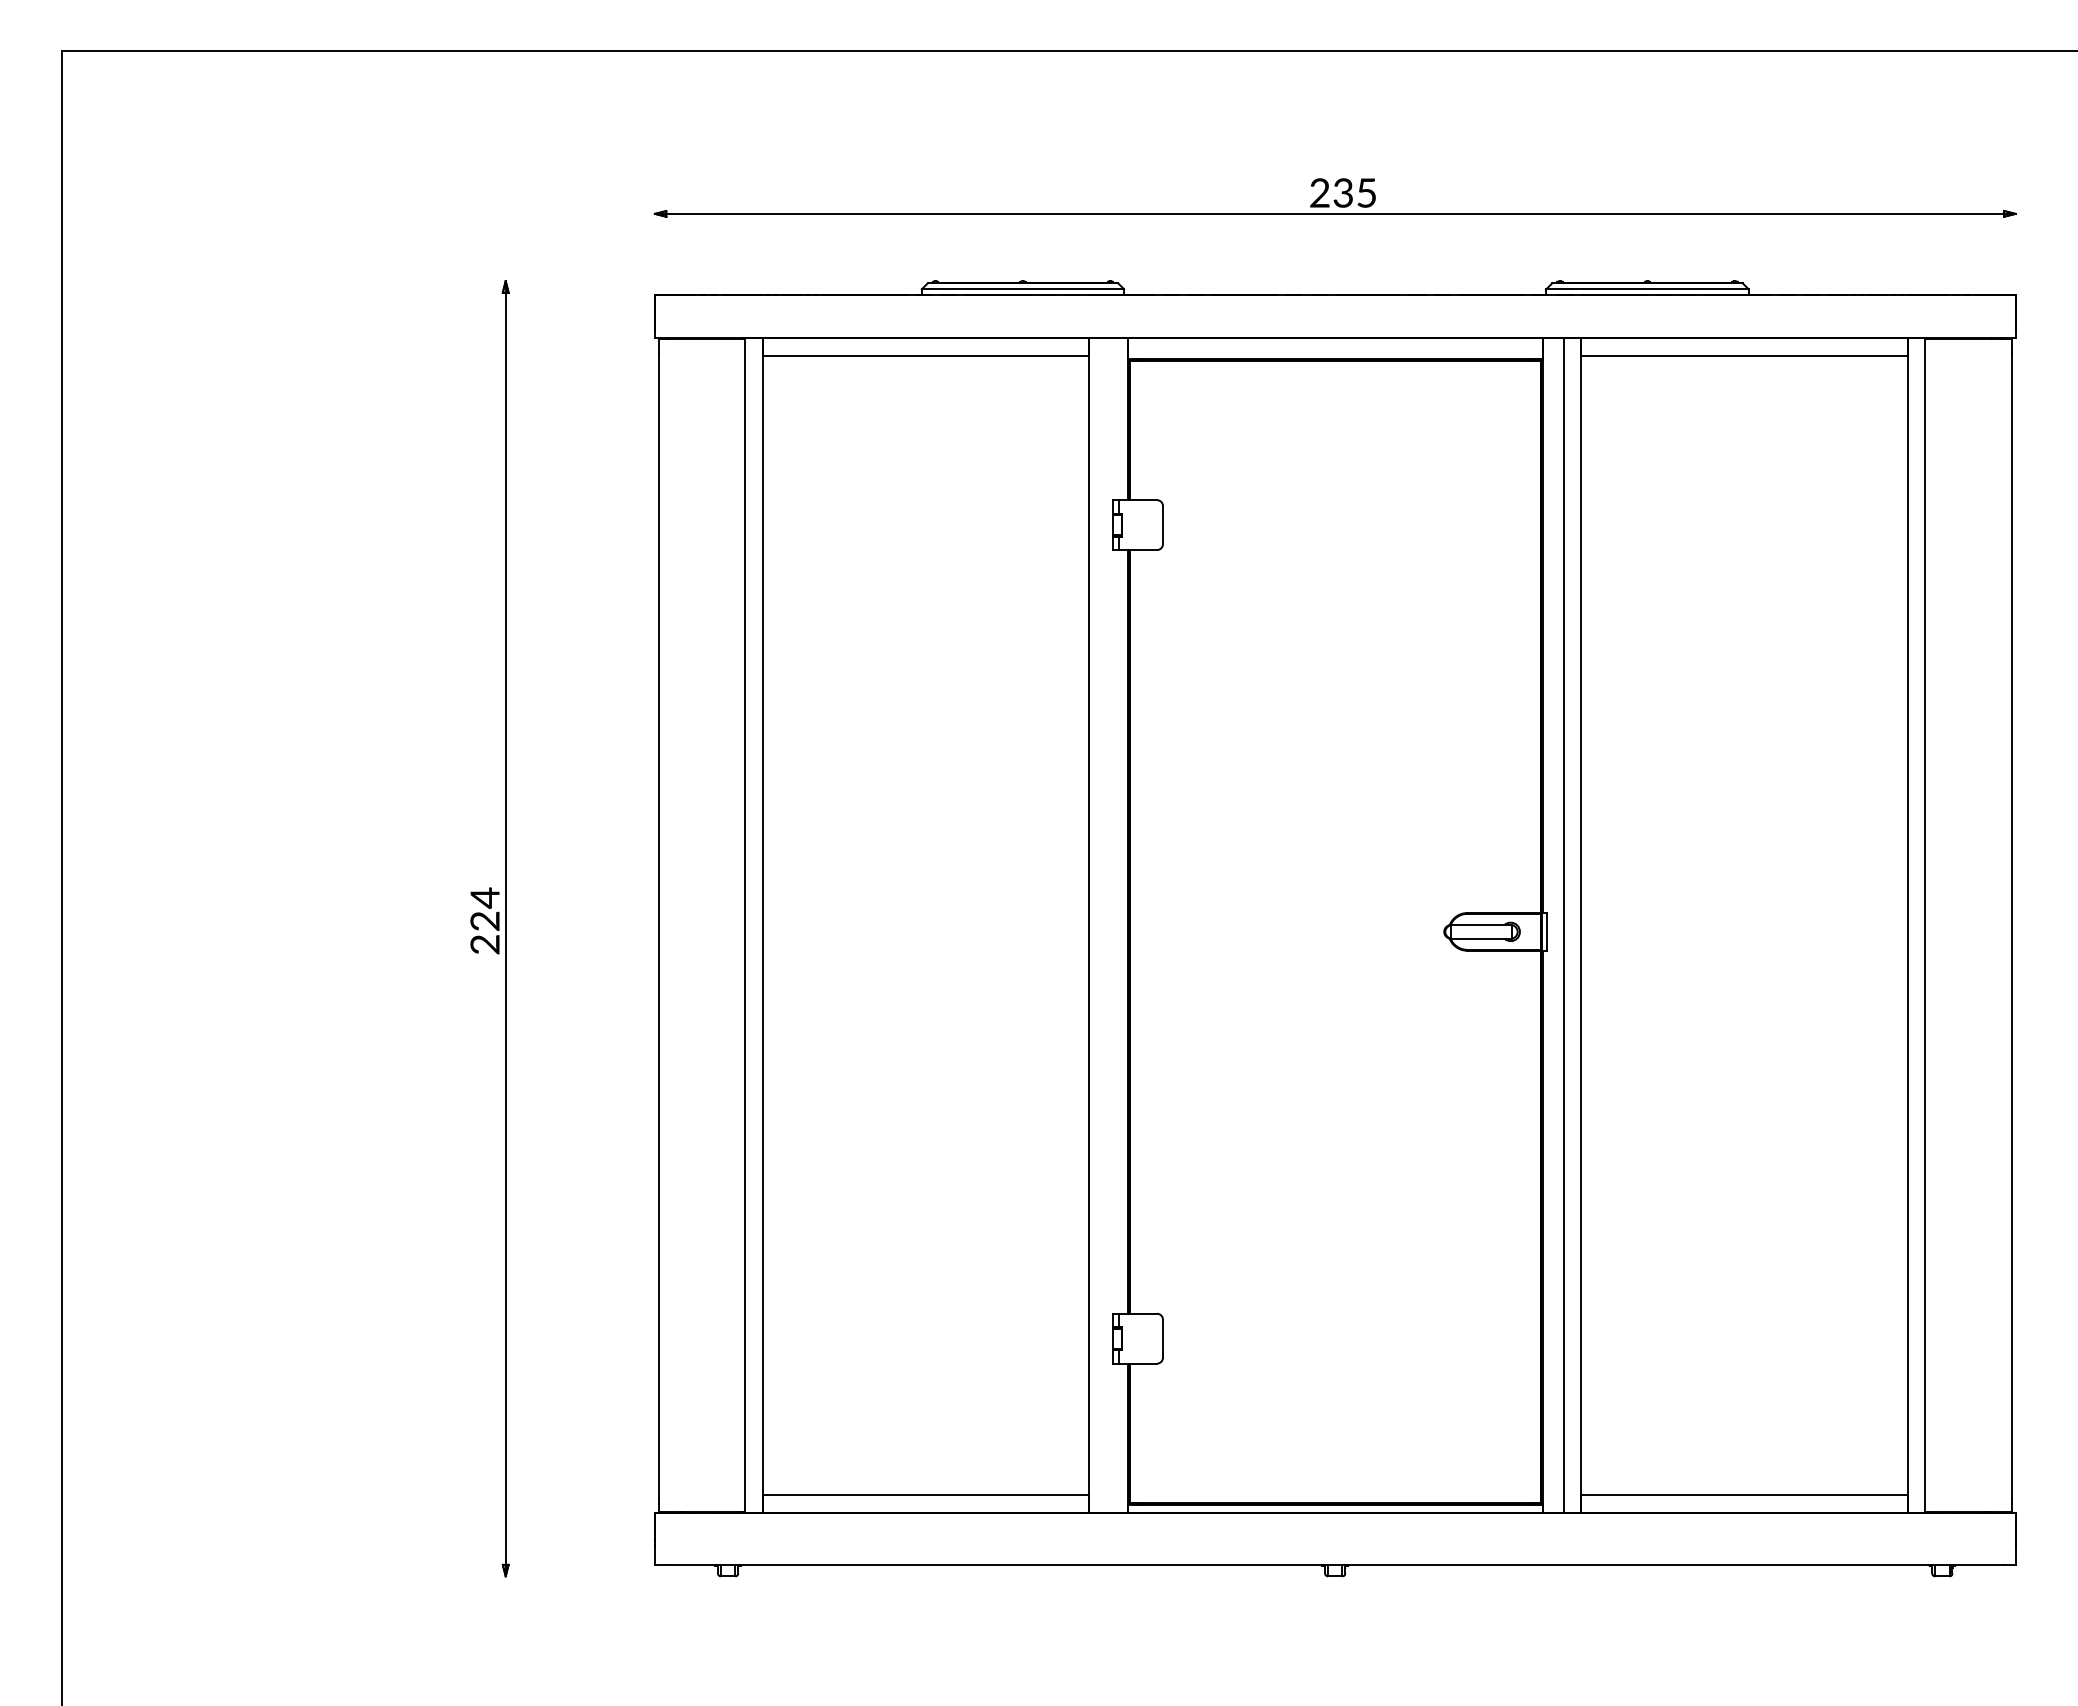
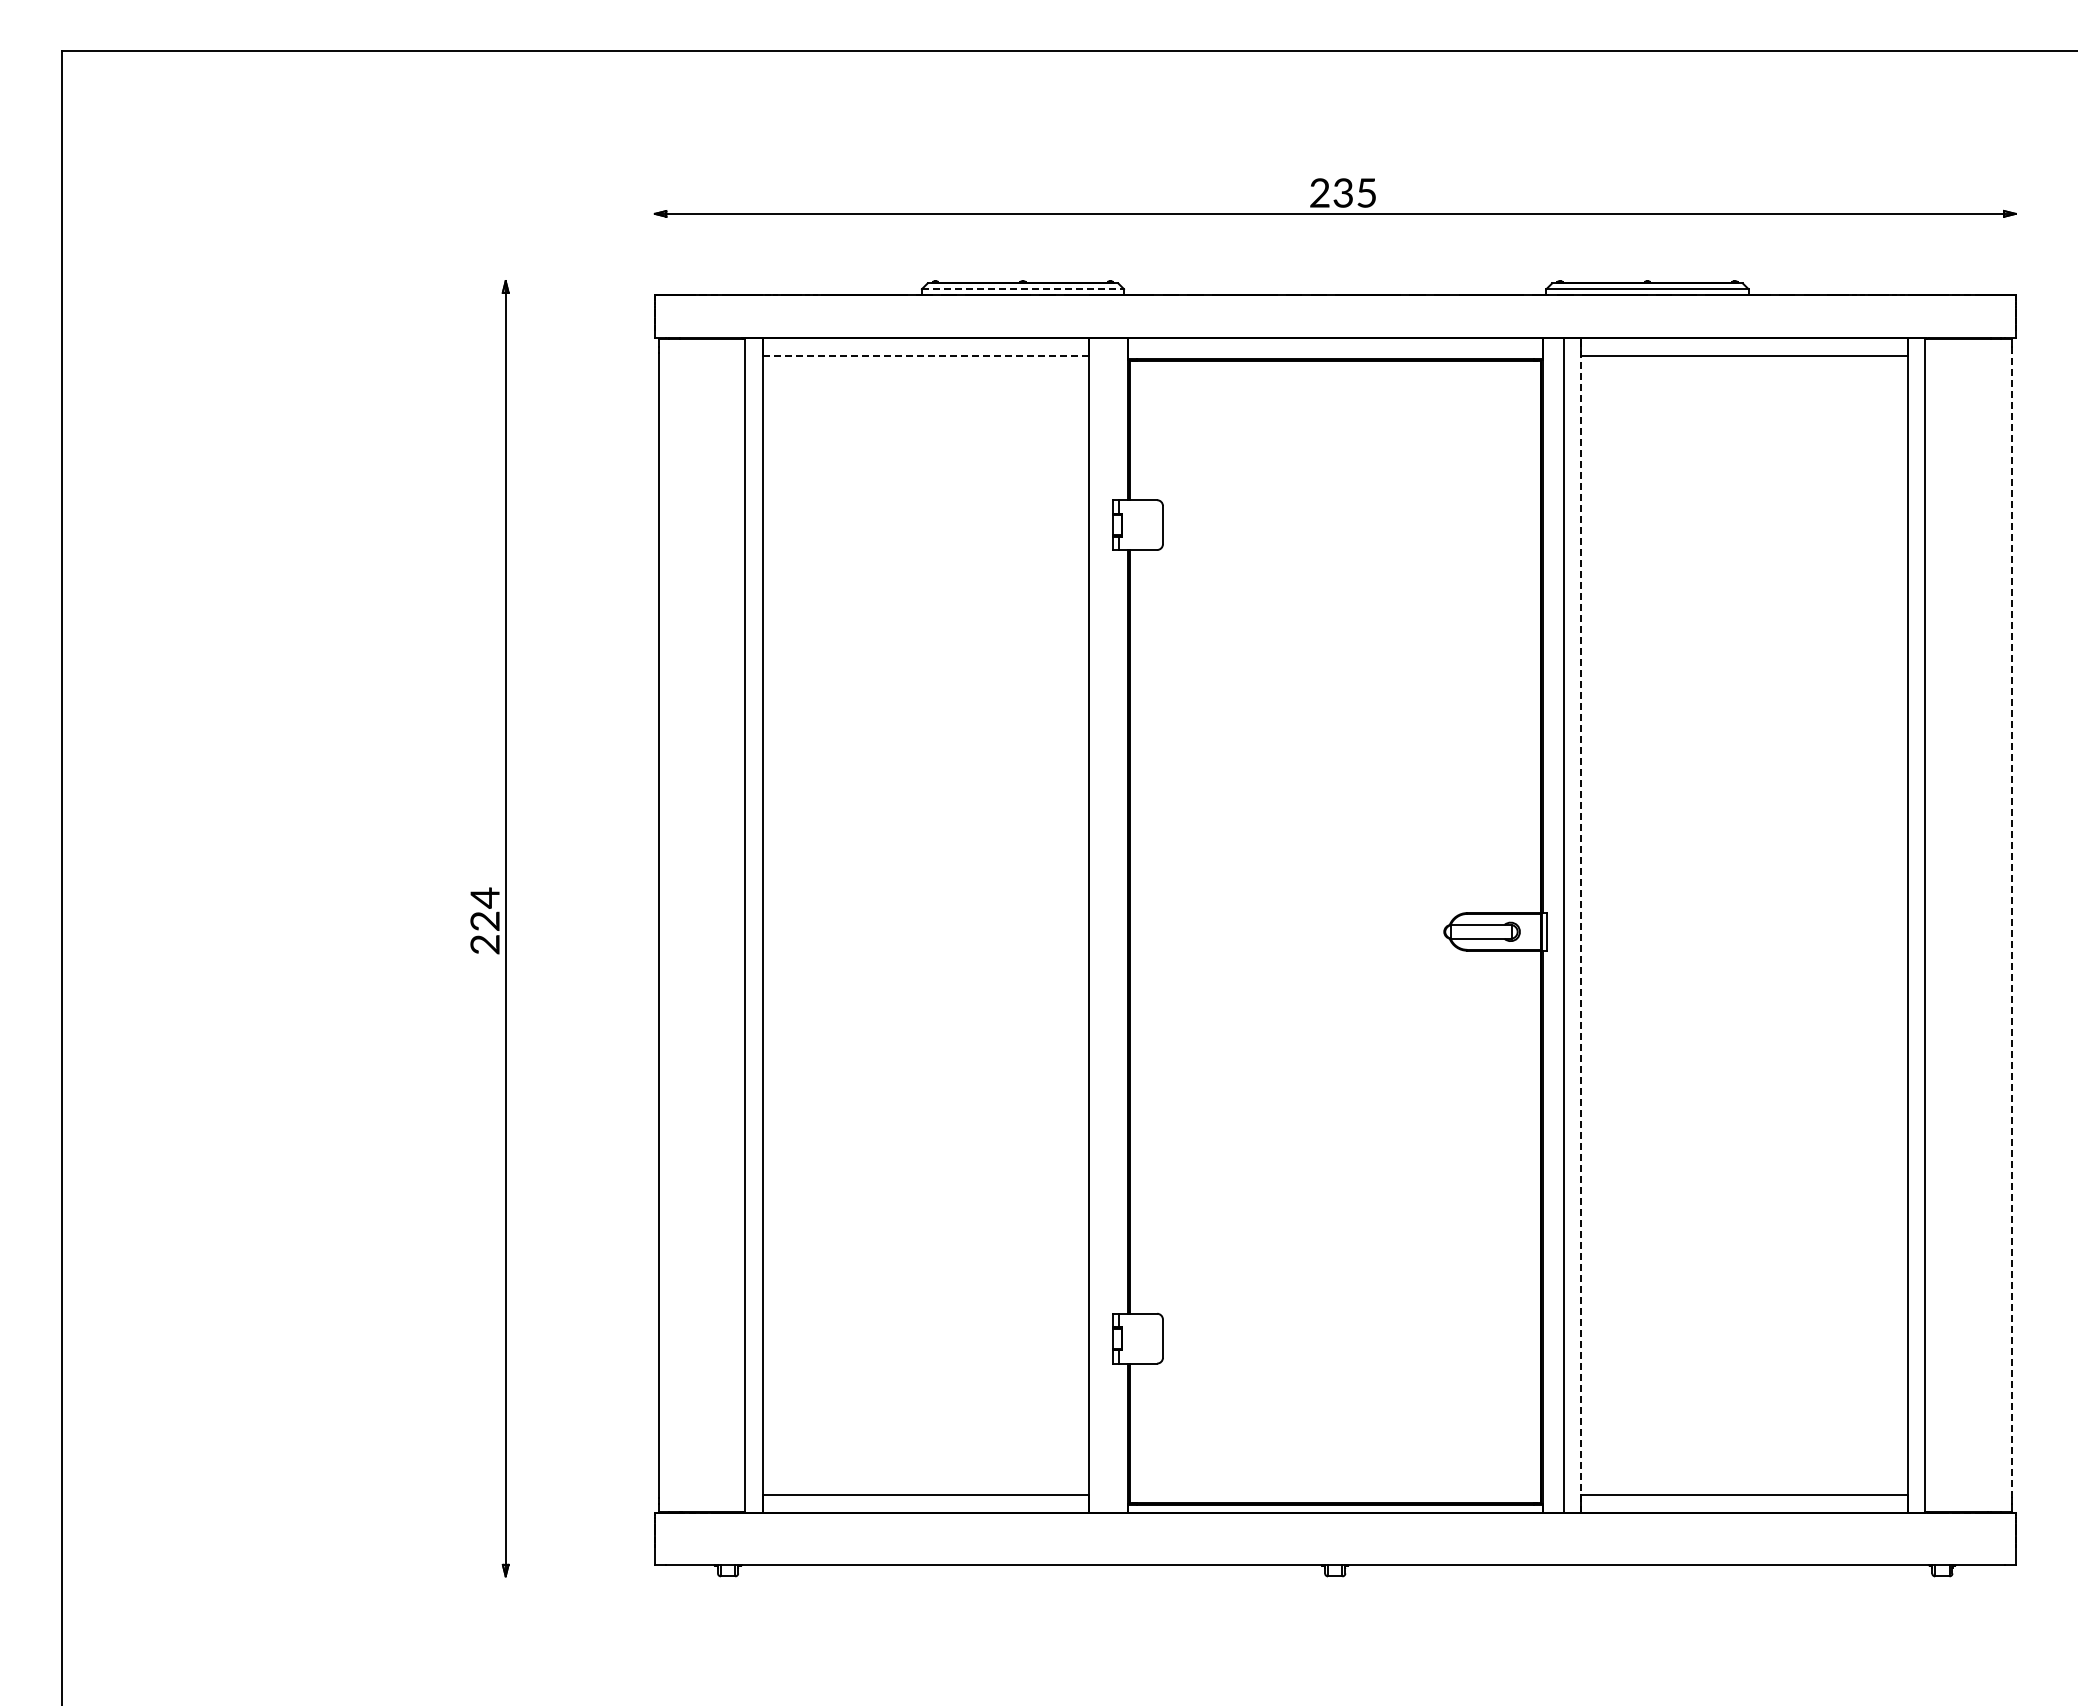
line at (1023, 289): solid -> dashed
line at (926, 355): solid -> dashed
line at (1581, 925): solid -> dashed
line at (2011, 925): solid -> dashed
